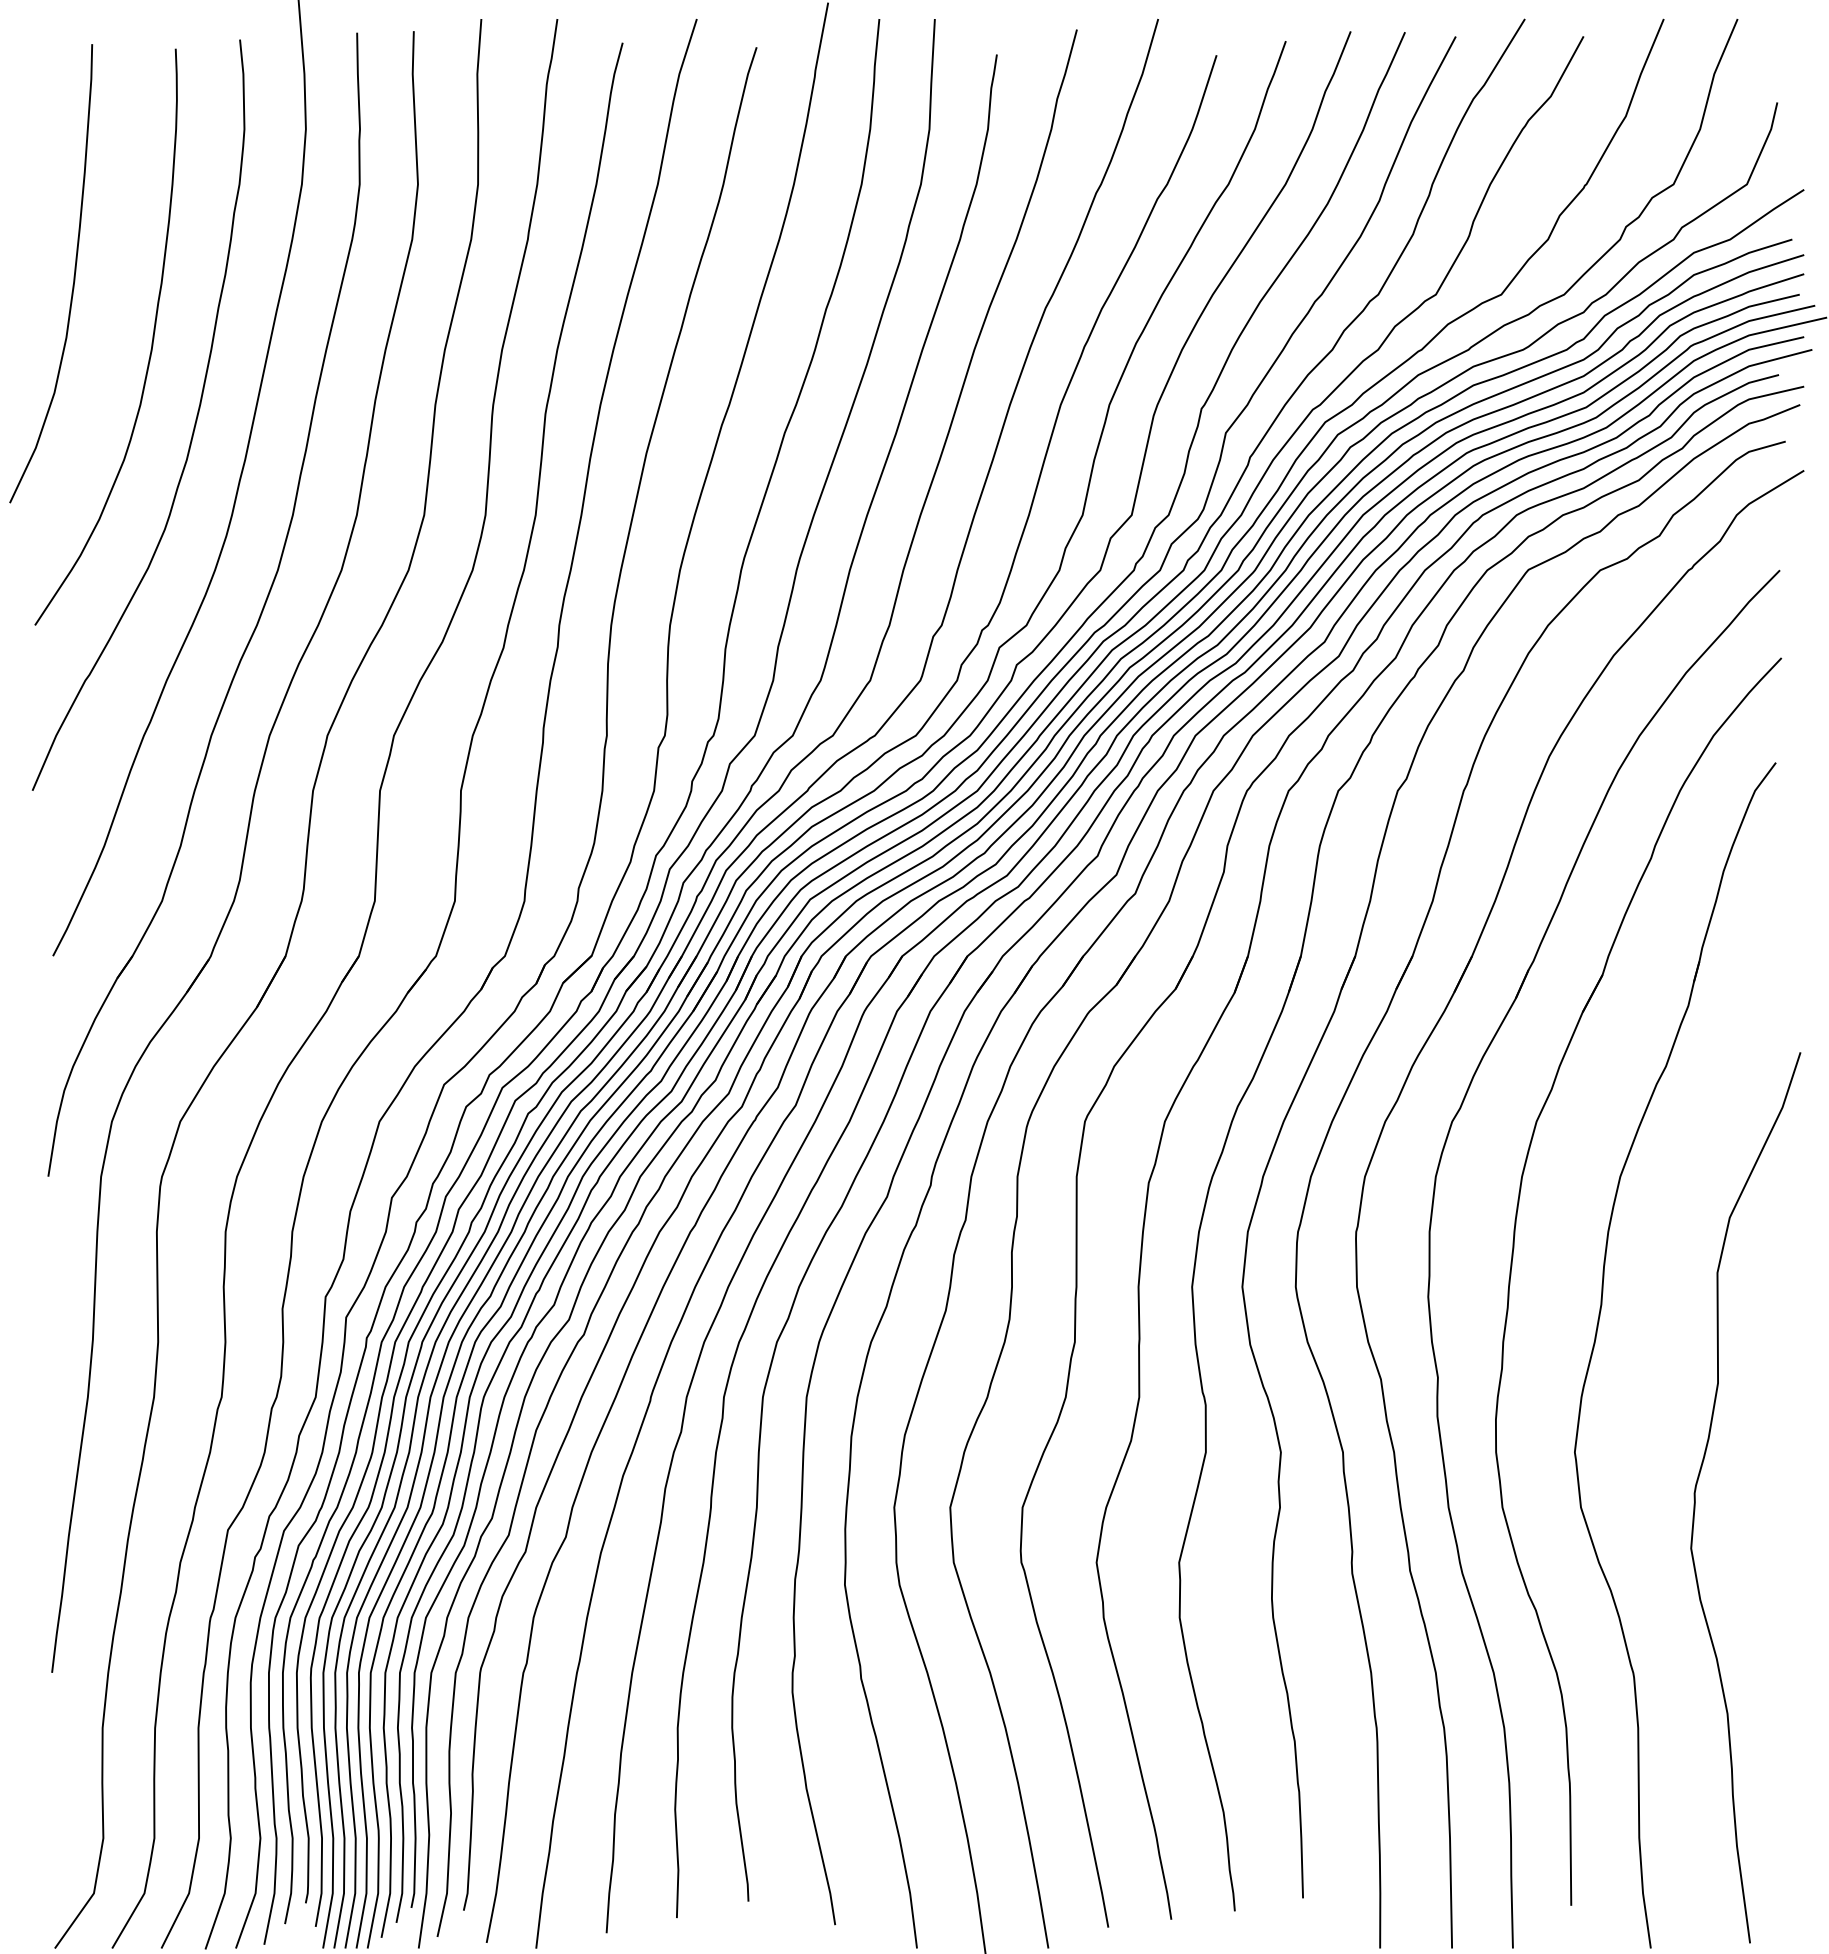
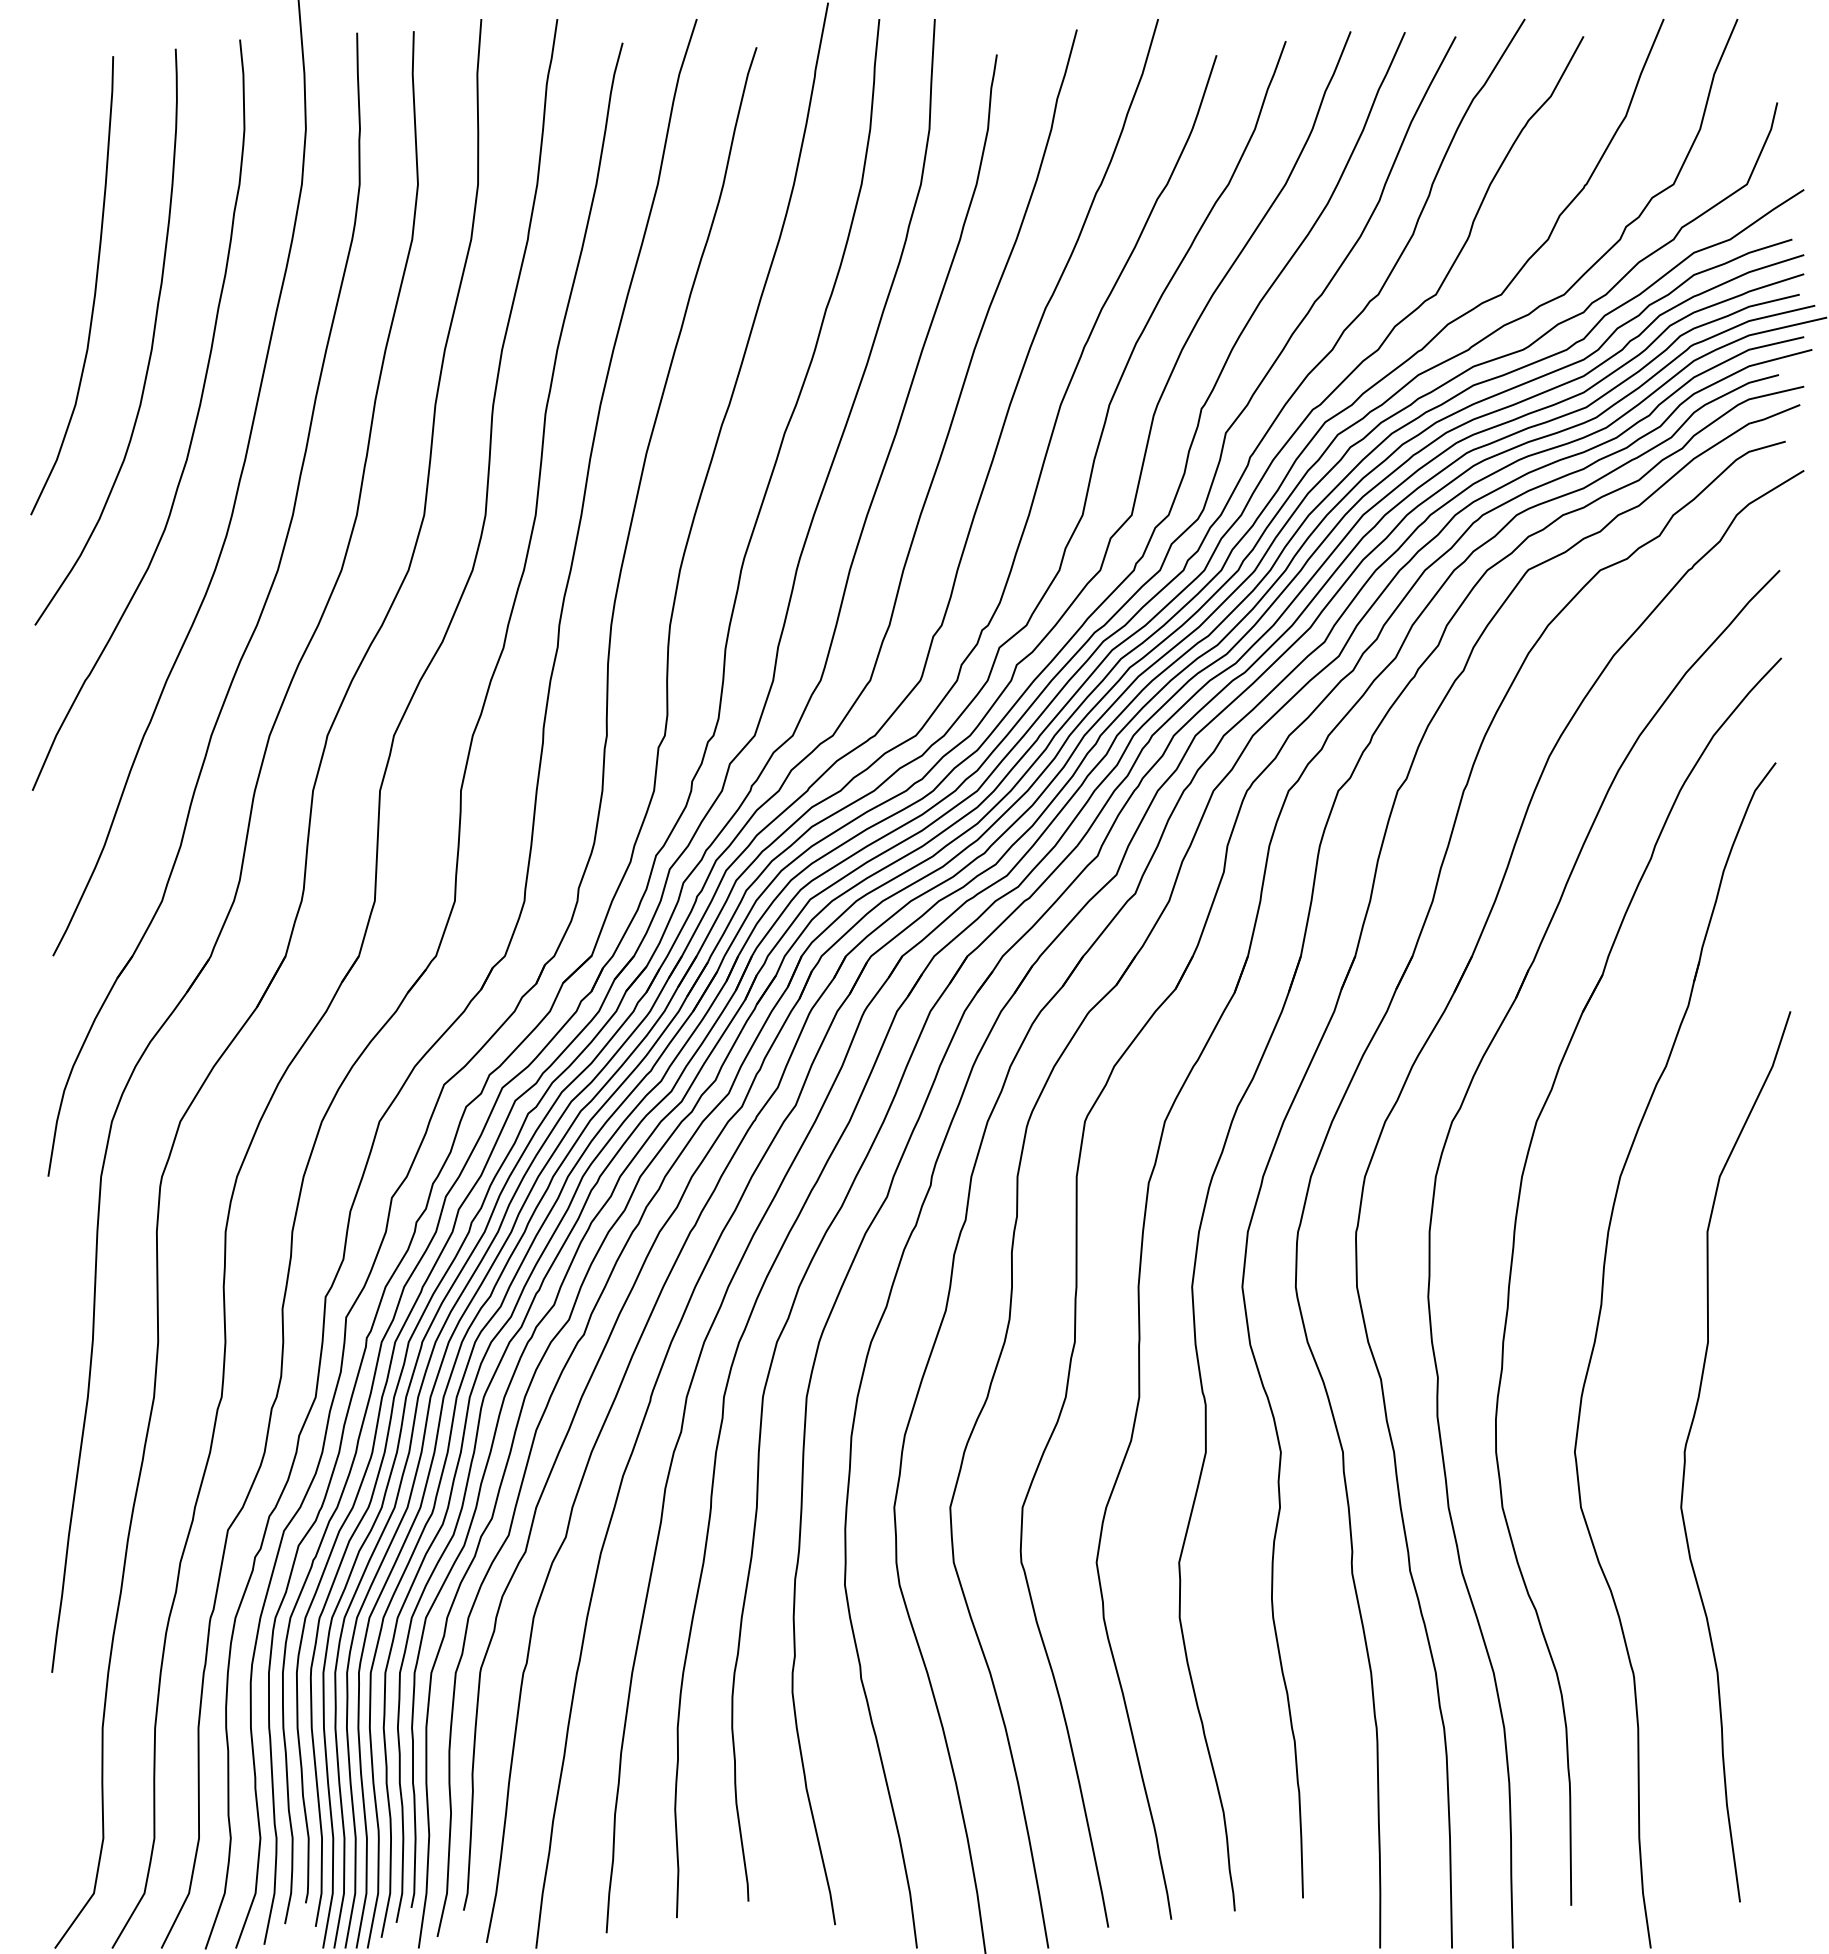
curve at (73, 275) position: (73, 275) -> (94, 287)
curve at (1696, 1490) position: (1696, 1490) -> (1686, 1449)
